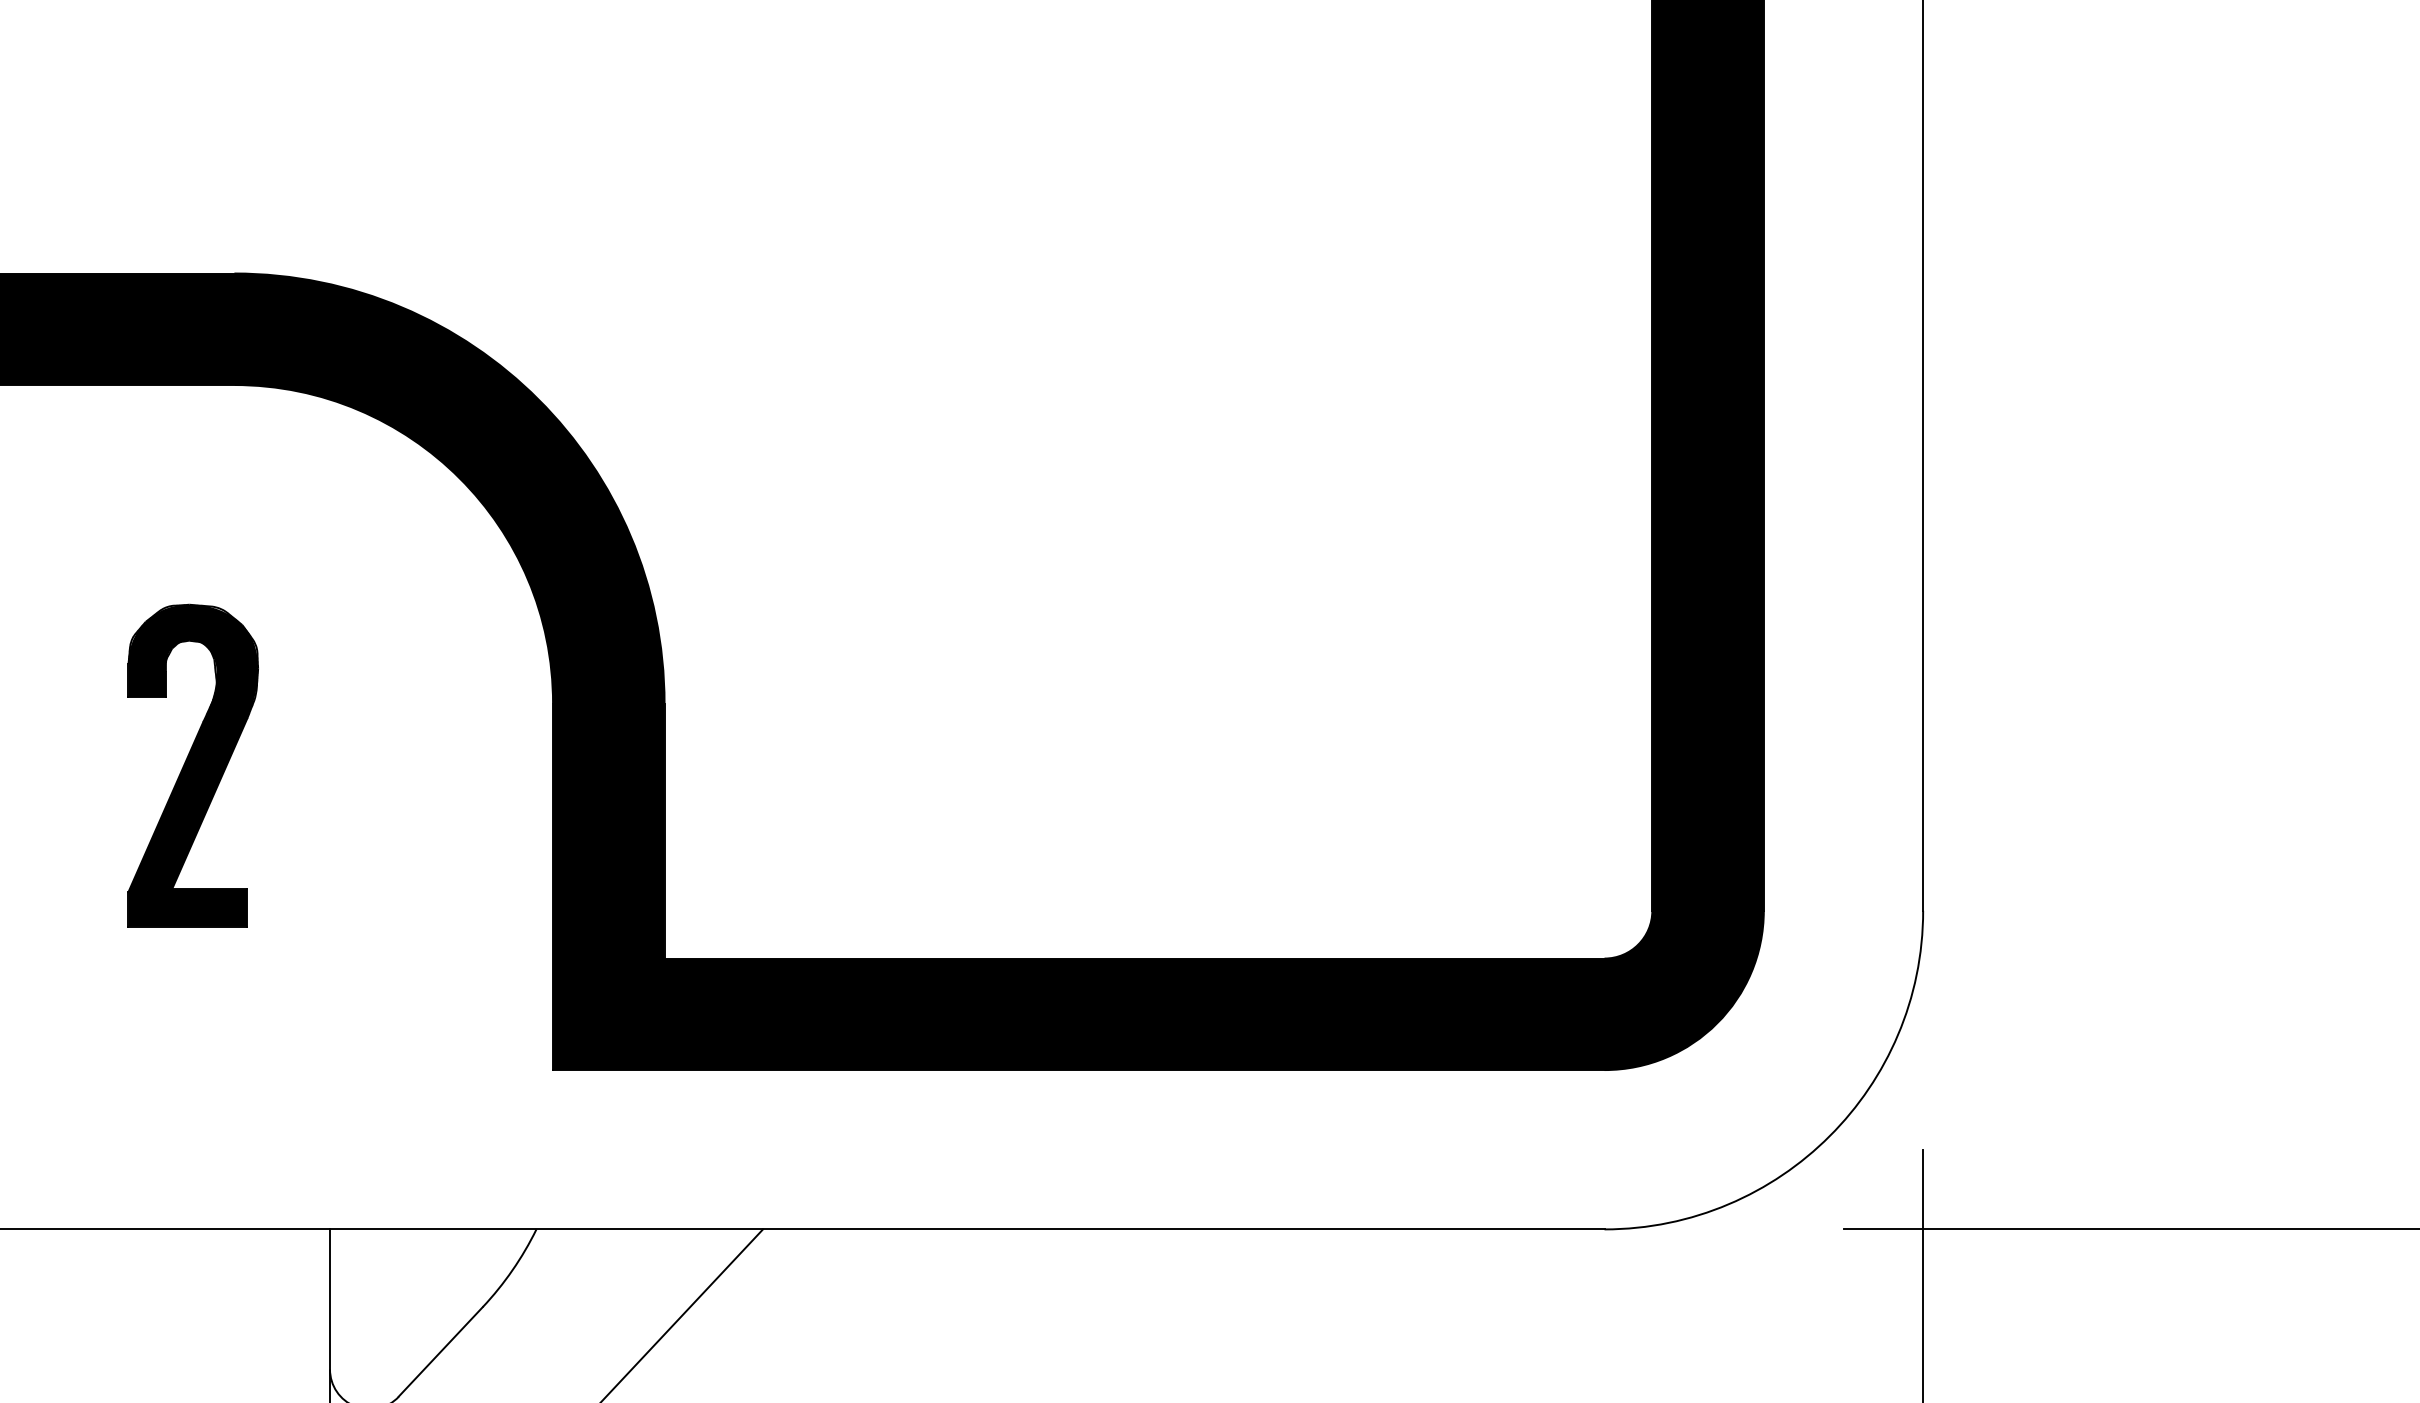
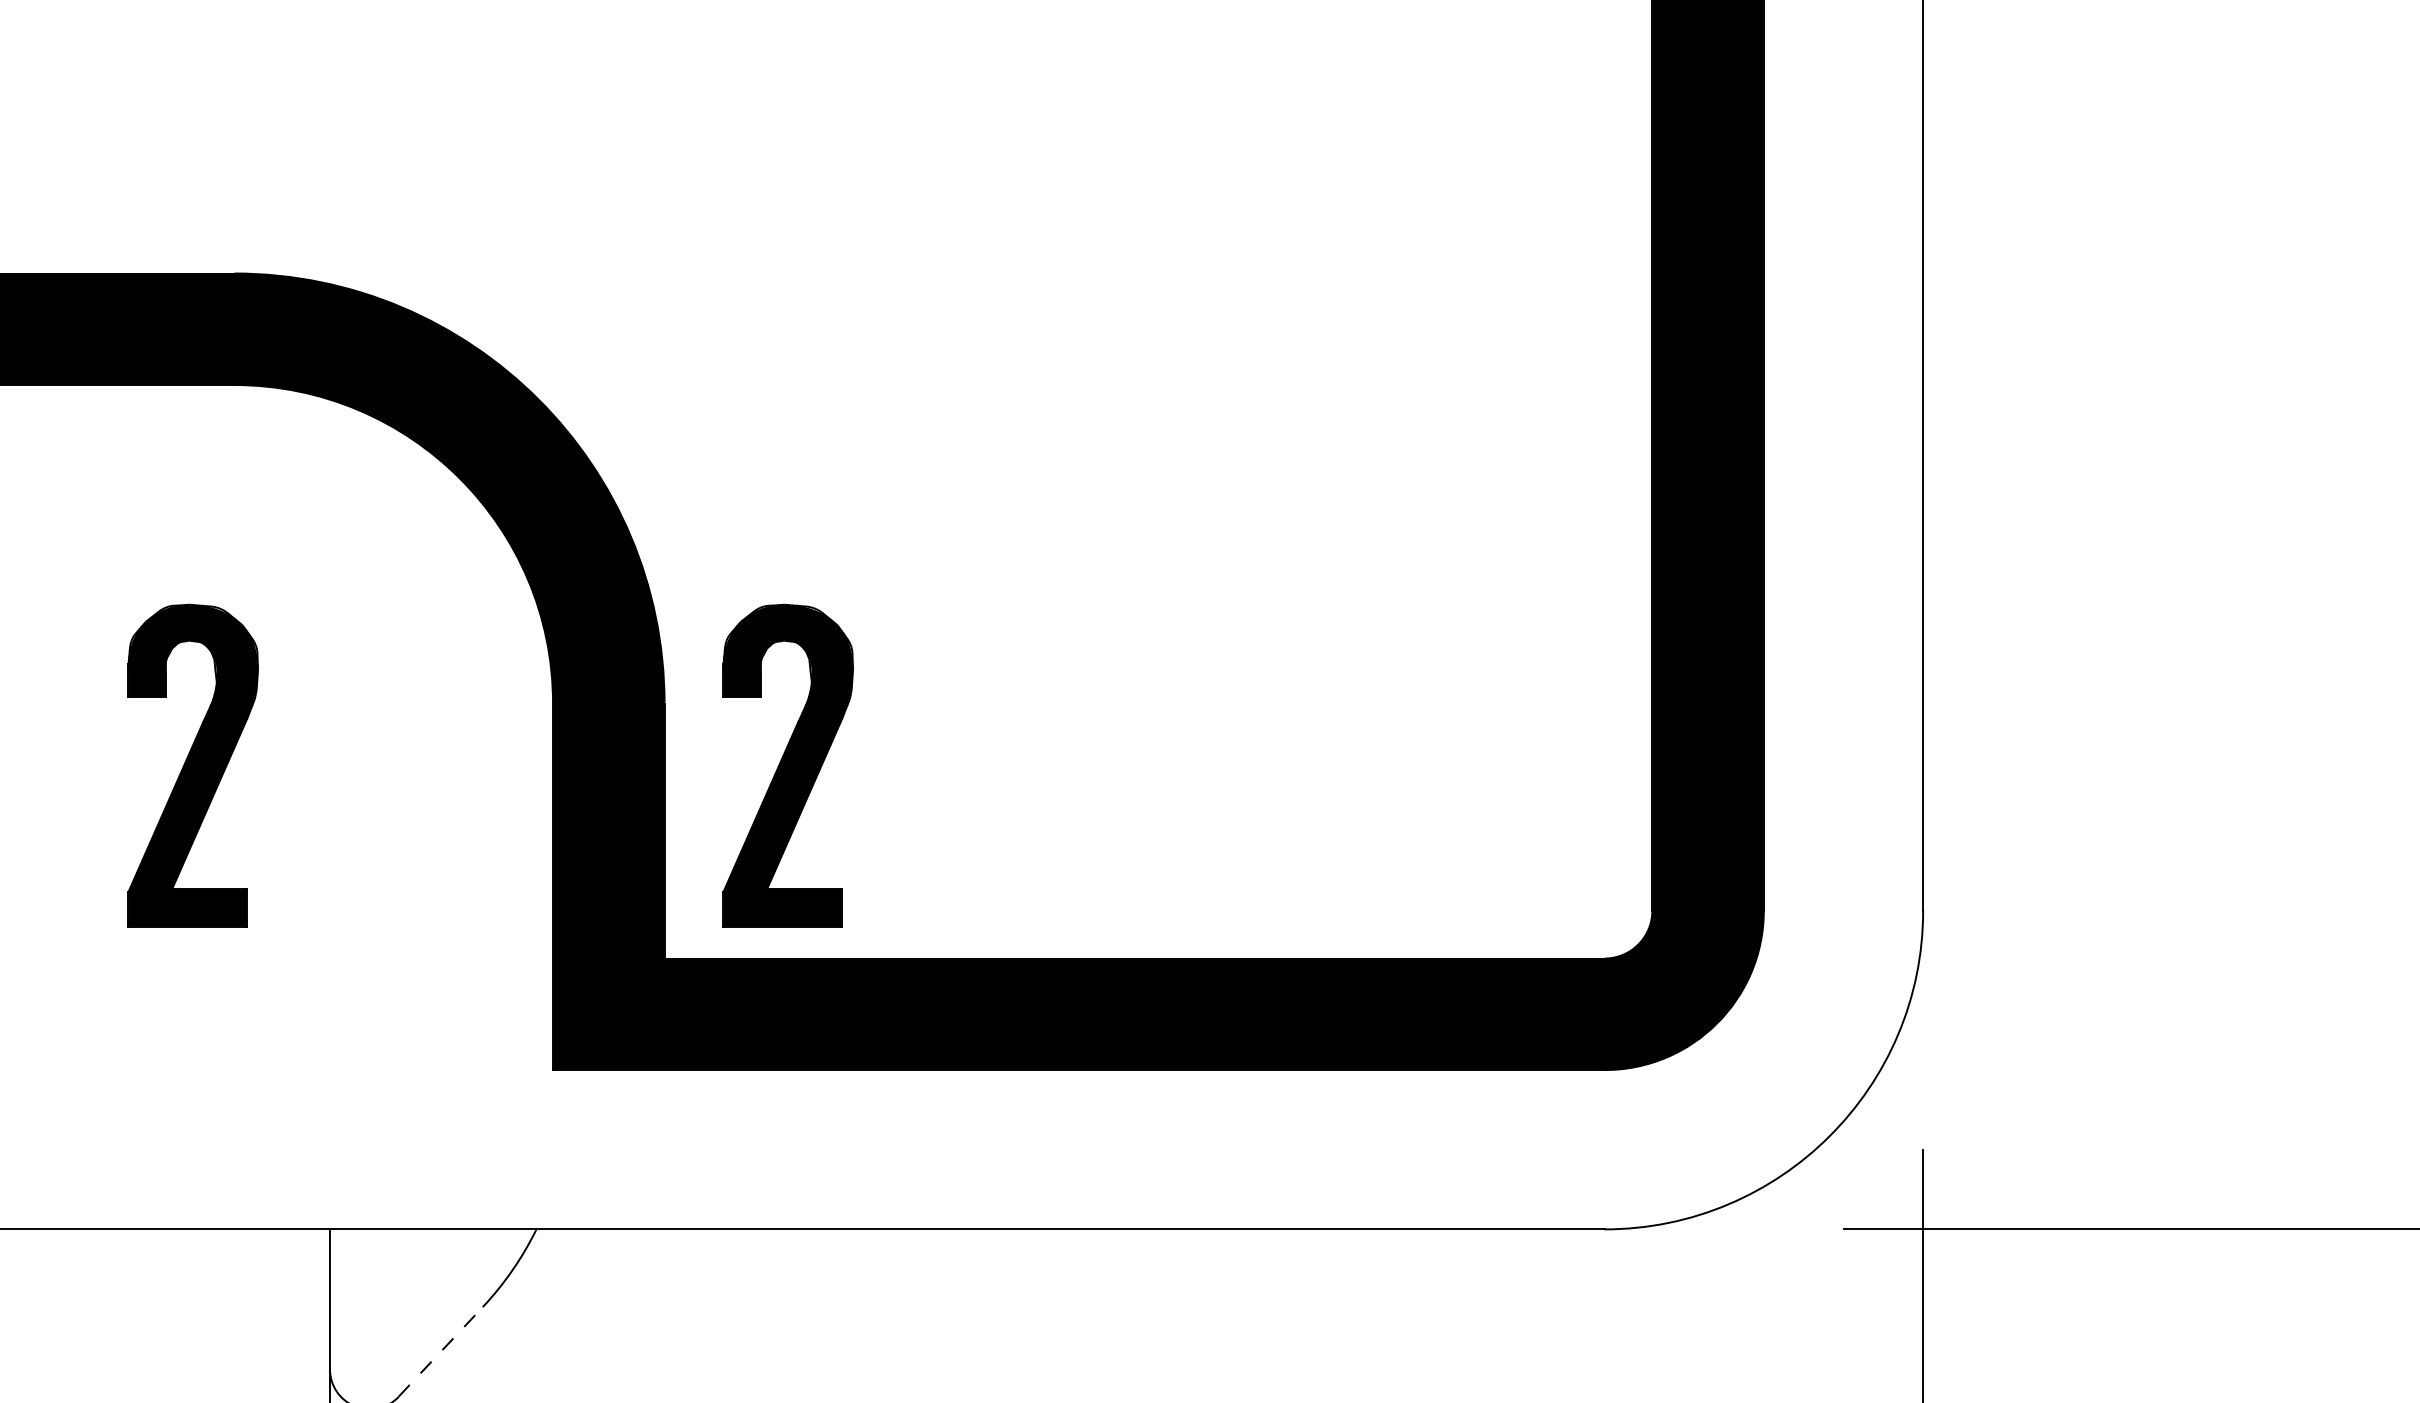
part at (787, 765): none -> present
line at (683, 1314): present -> none
line at (441, 1351): solid -> dashed
